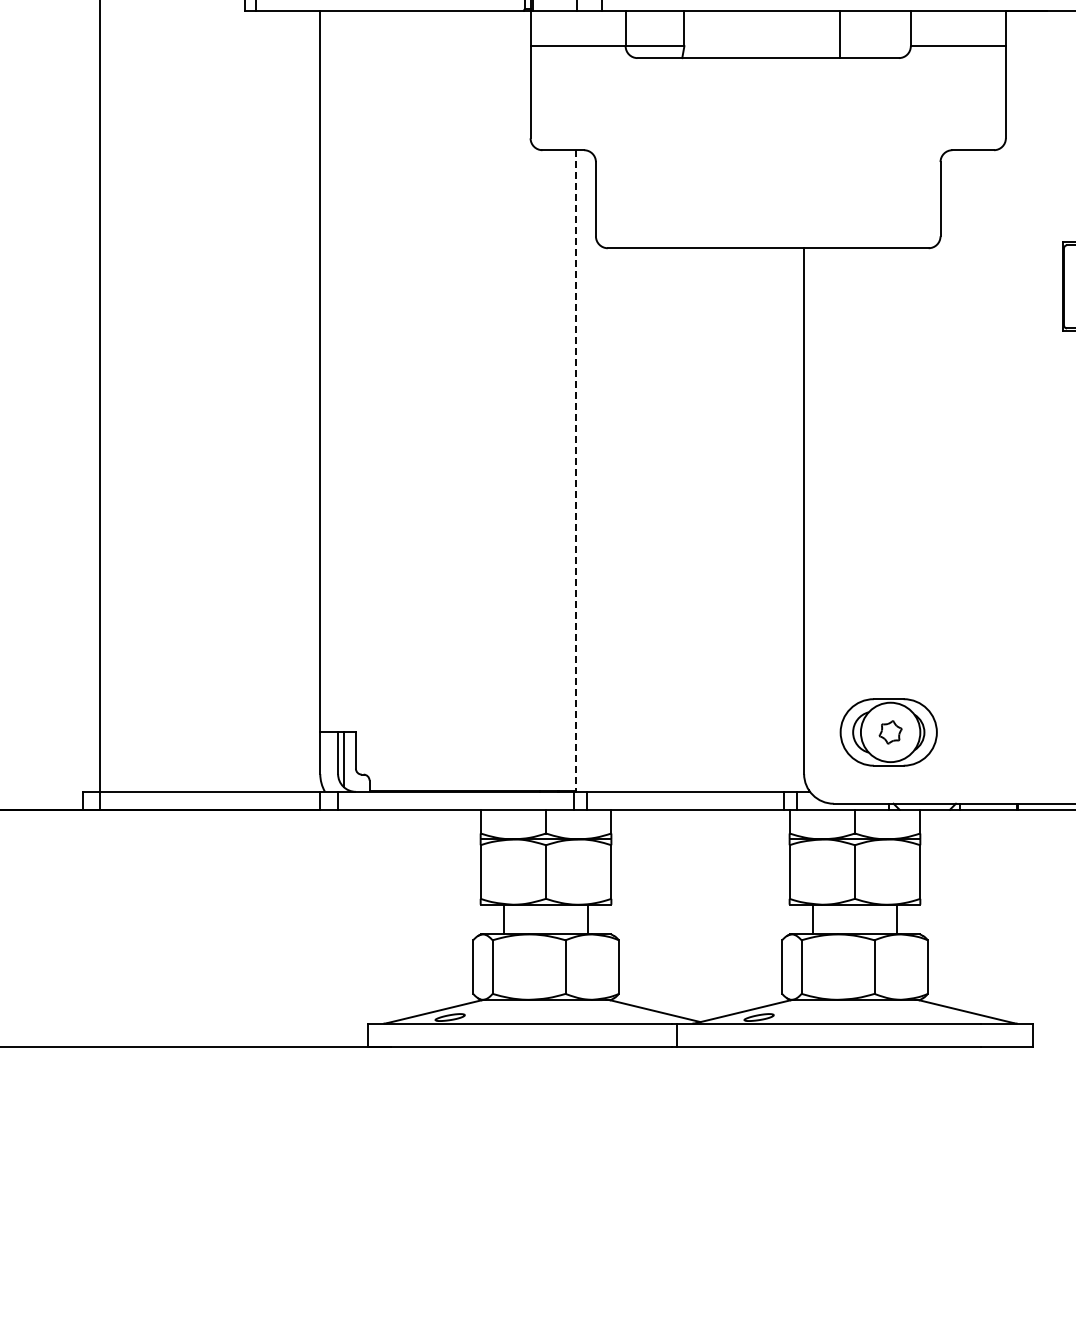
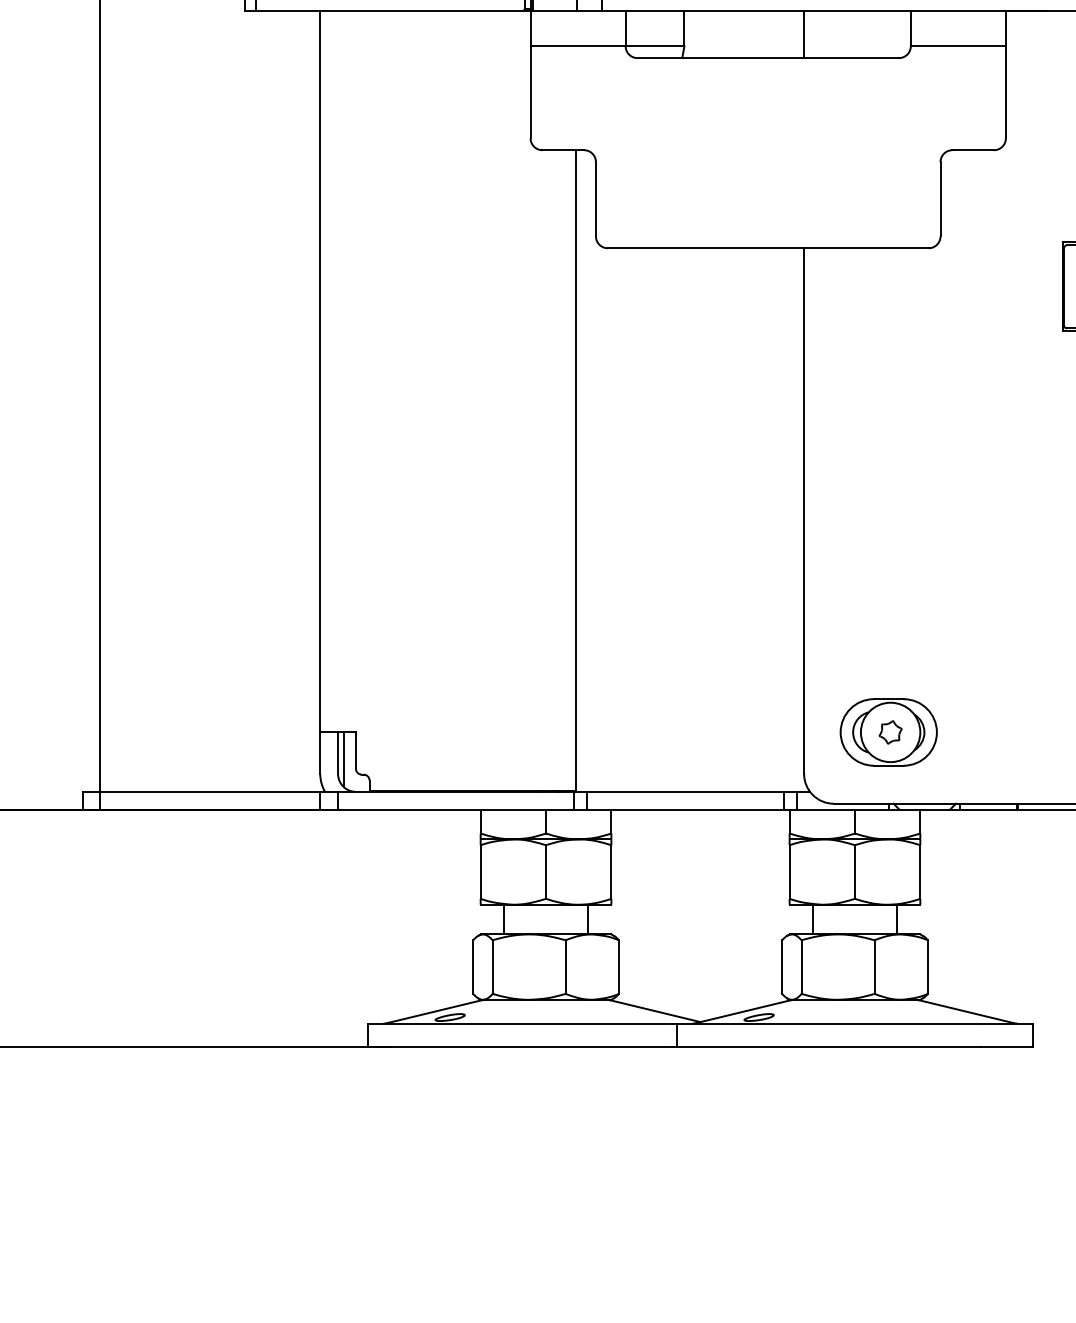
line at (840, 34) position: (840, 34) -> (804, 34)
line at (575, 470): dashed -> solid
